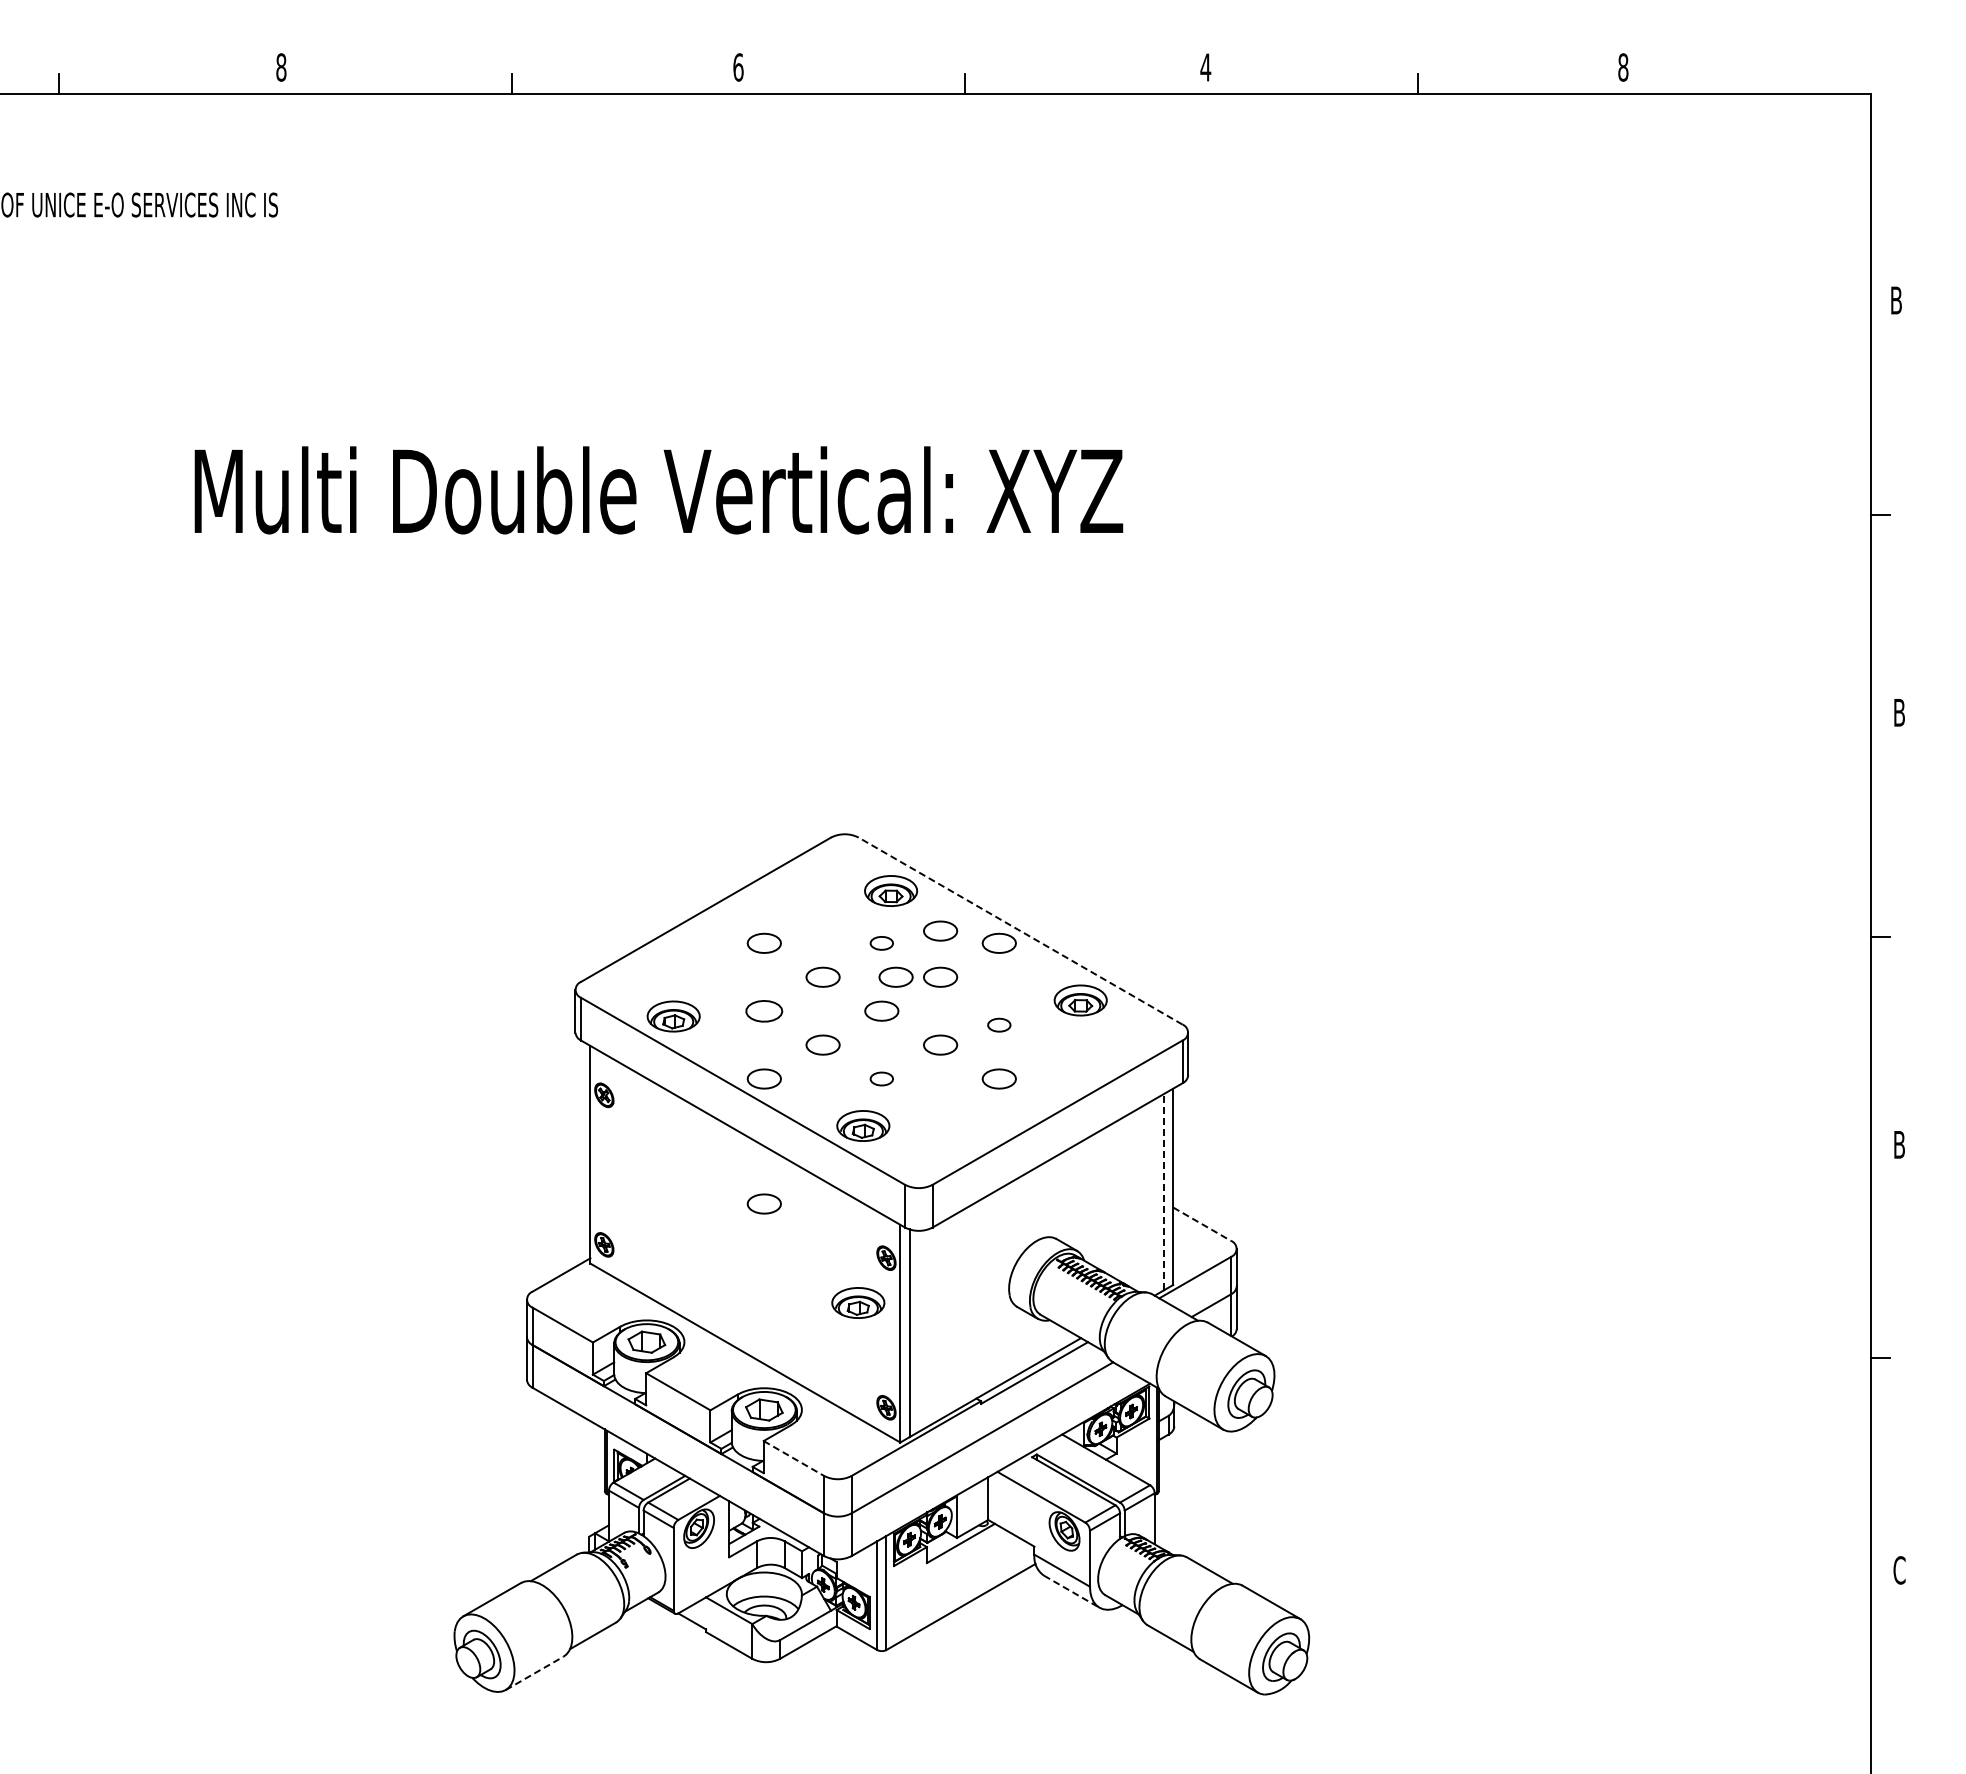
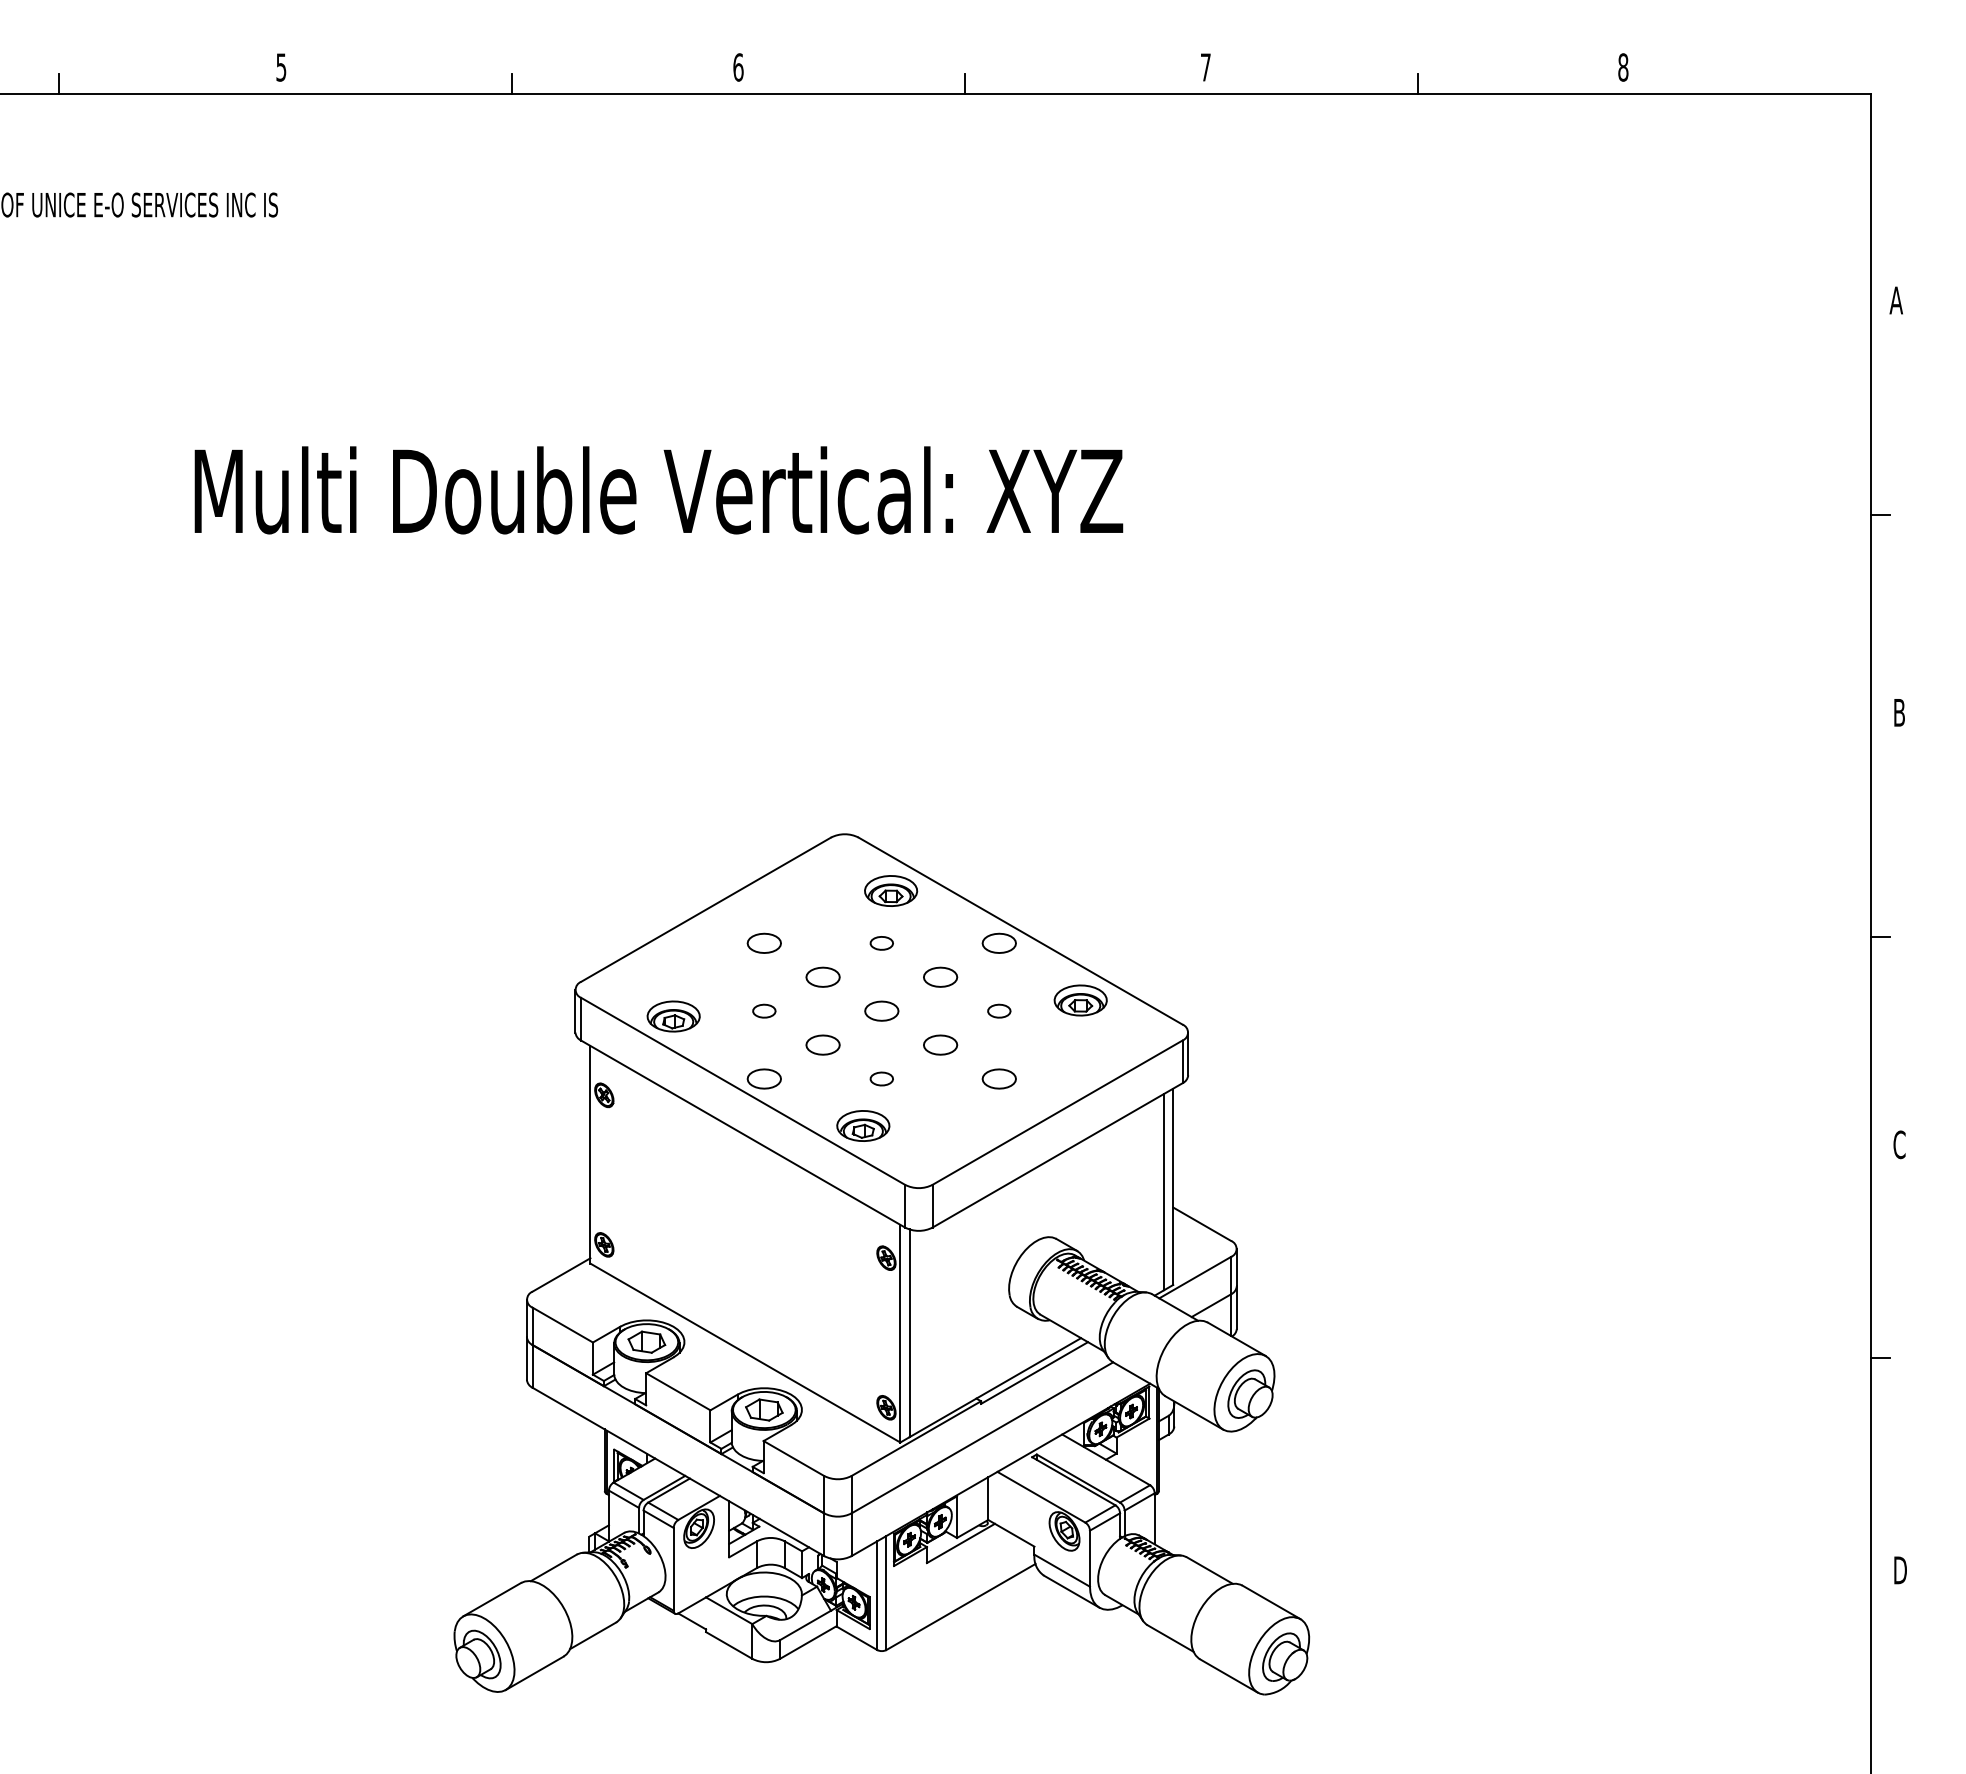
text at (281, 67): 8 -> 5
text at (1205, 67): 4 -> 7
text at (1895, 300): B -> A
part at (940, 930): present -> none
line at (1020, 931): dashed -> solid
part at (895, 976): present -> none
part at (764, 1011) size: 39x23 px -> 25x16 px
part at (999, 1024) position: (999, 1024) -> (999, 1010)
text at (1899, 1144): B -> C
line at (1163, 1191): dashed -> solid
part at (763, 1203): present -> none
line at (1202, 1224): dashed -> solid
part at (858, 1302): present -> none
line at (793, 1458): dashed -> solid
text at (1899, 1570): C -> D
line at (1072, 1591): dashed -> solid
line at (535, 1673): dashed -> solid
